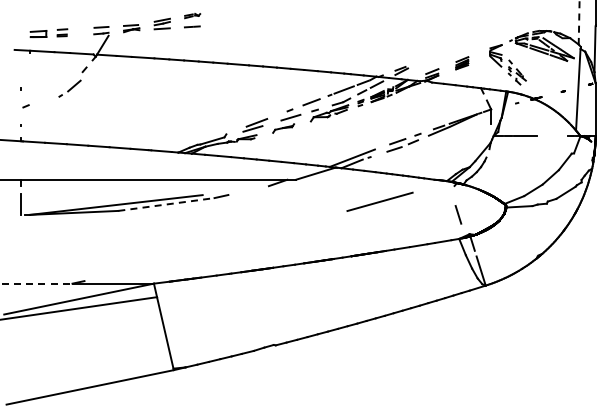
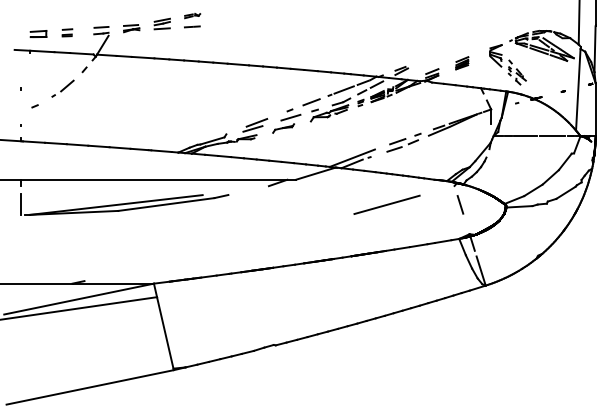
line at (579, 22): dashed -> solid
part at (62, 32) position: (62, 32) -> (67, 32)
part at (69, 88) position: (69, 88) -> (62, 88)
line at (25, 106) position: (25, 106) -> (34, 106)
line at (551, 136): none -> present
line at (379, 201) position: (379, 201) -> (386, 204)
line at (166, 204): dashed -> solid
line at (458, 214) position: (458, 214) -> (460, 204)
line at (36, 283): dashed -> solid
